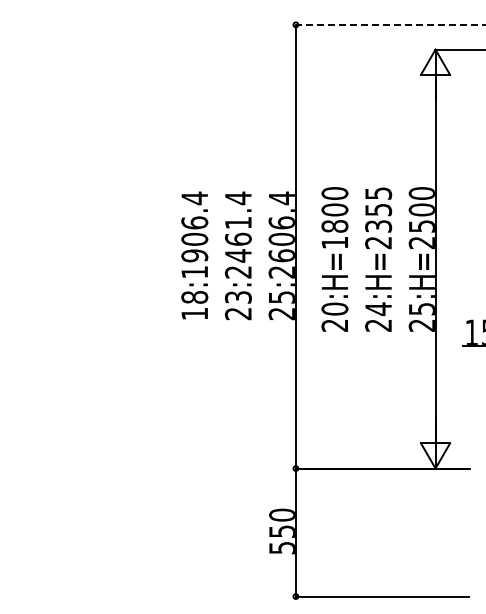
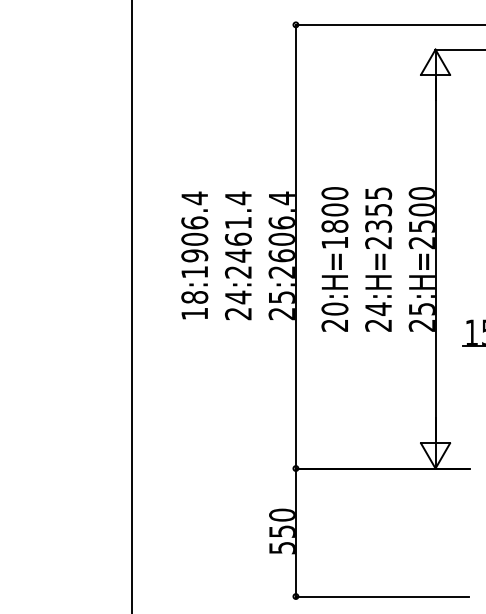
line at (390, 24): dashed -> solid
text at (237, 297): 23:2461.4 -> 24:2461.4
line at (132, 306): none -> present
